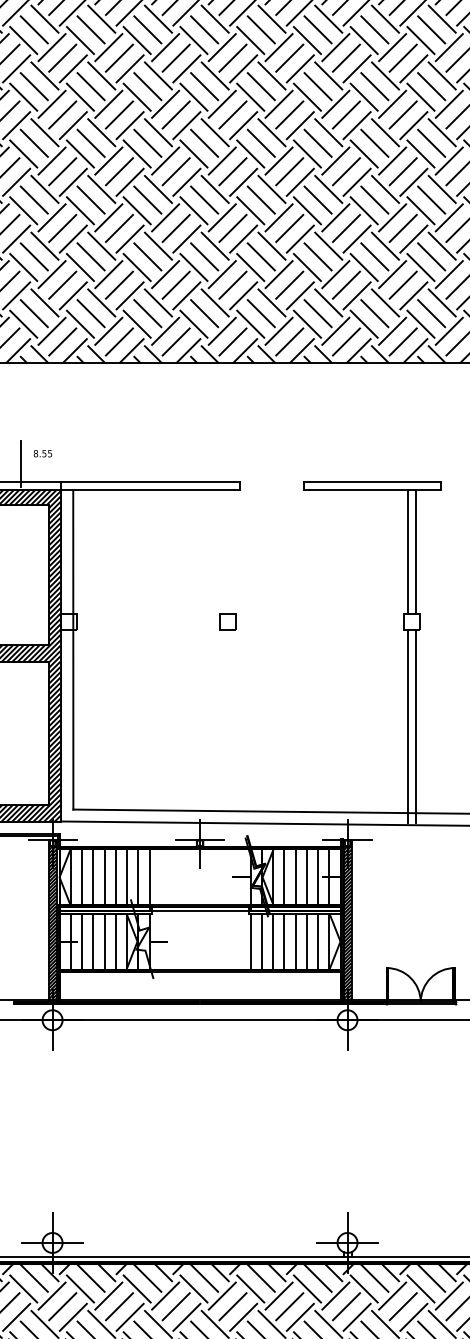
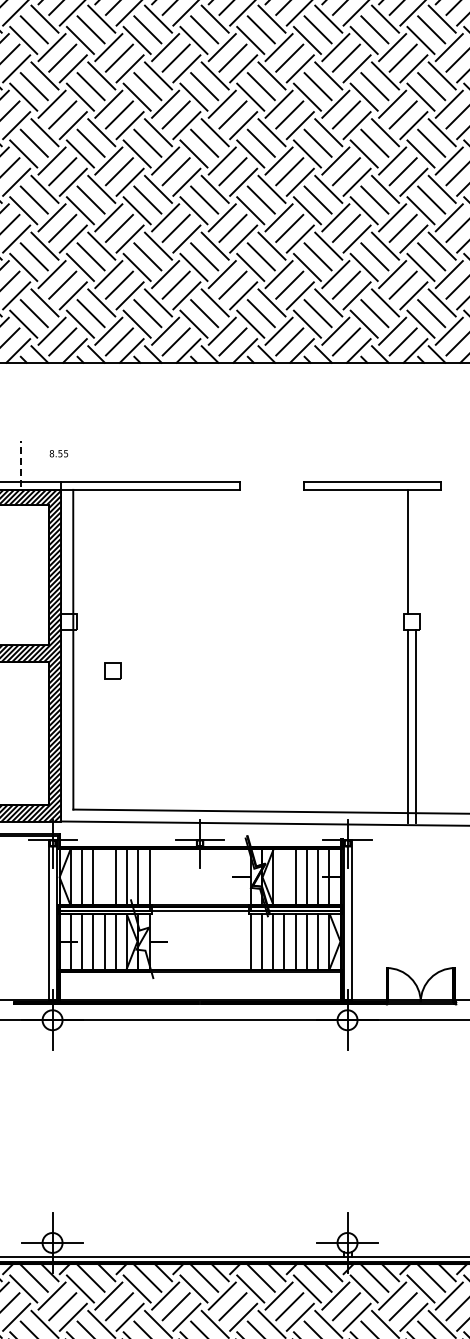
text at (42, 453) position: (42, 453) -> (58, 453)
line at (20, 463): solid -> dashed
line at (416, 551): present -> none
part at (227, 621) position: (227, 621) -> (112, 670)
line at (104, 877): present -> none
line at (284, 877): present -> none
hatch at (52, 921): present -> none
hatch at (347, 921): present -> none
